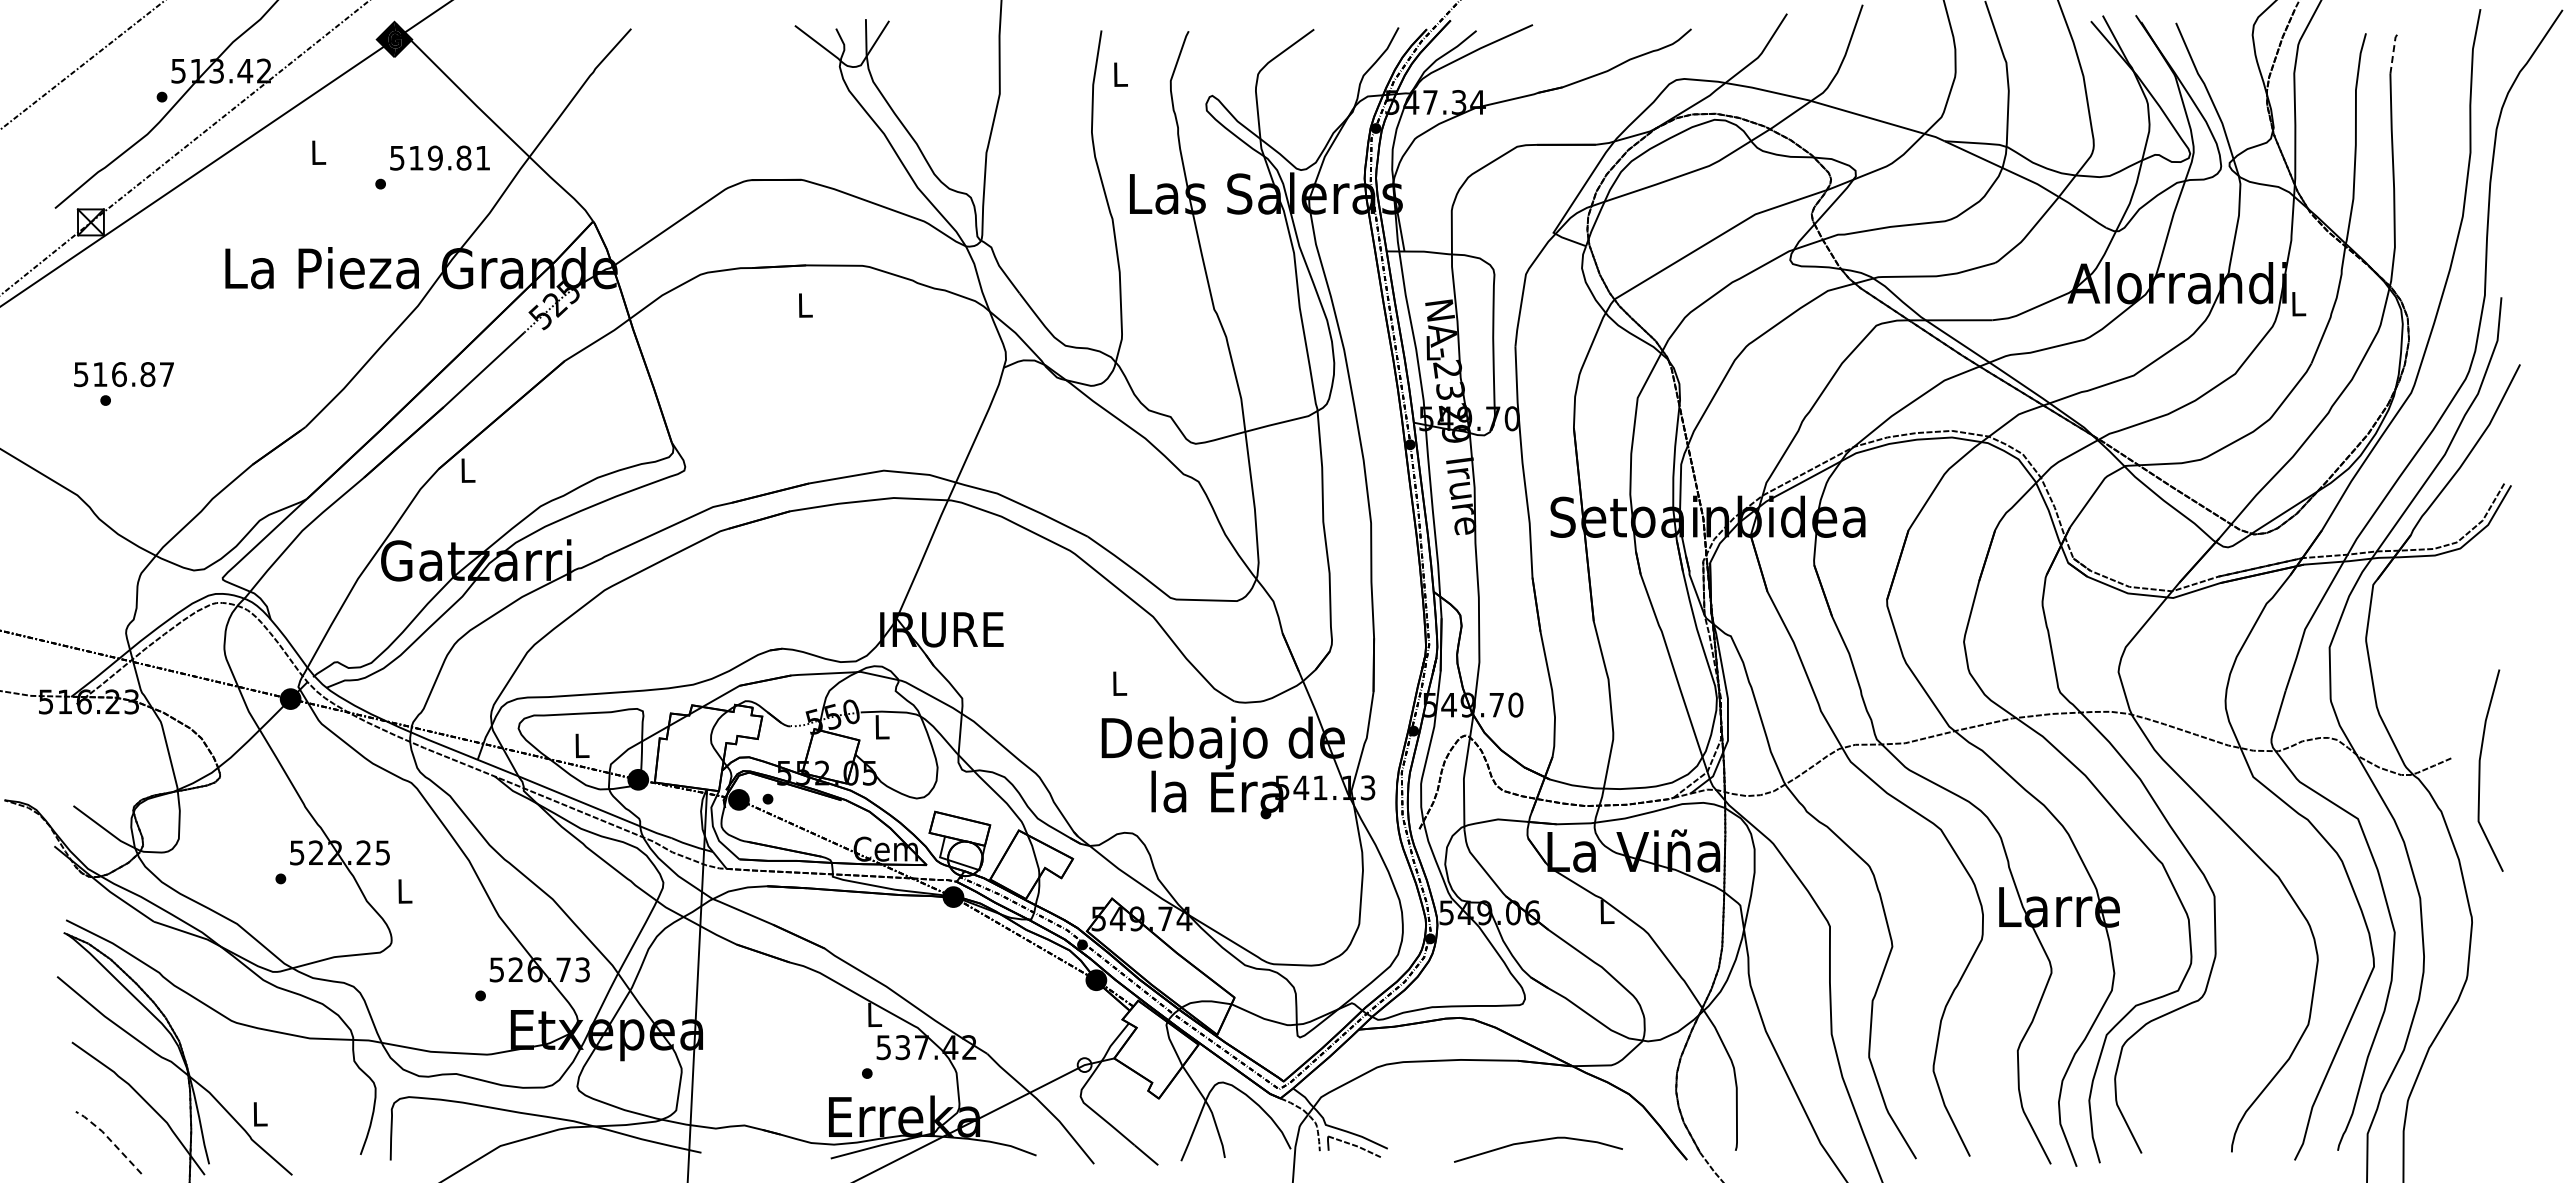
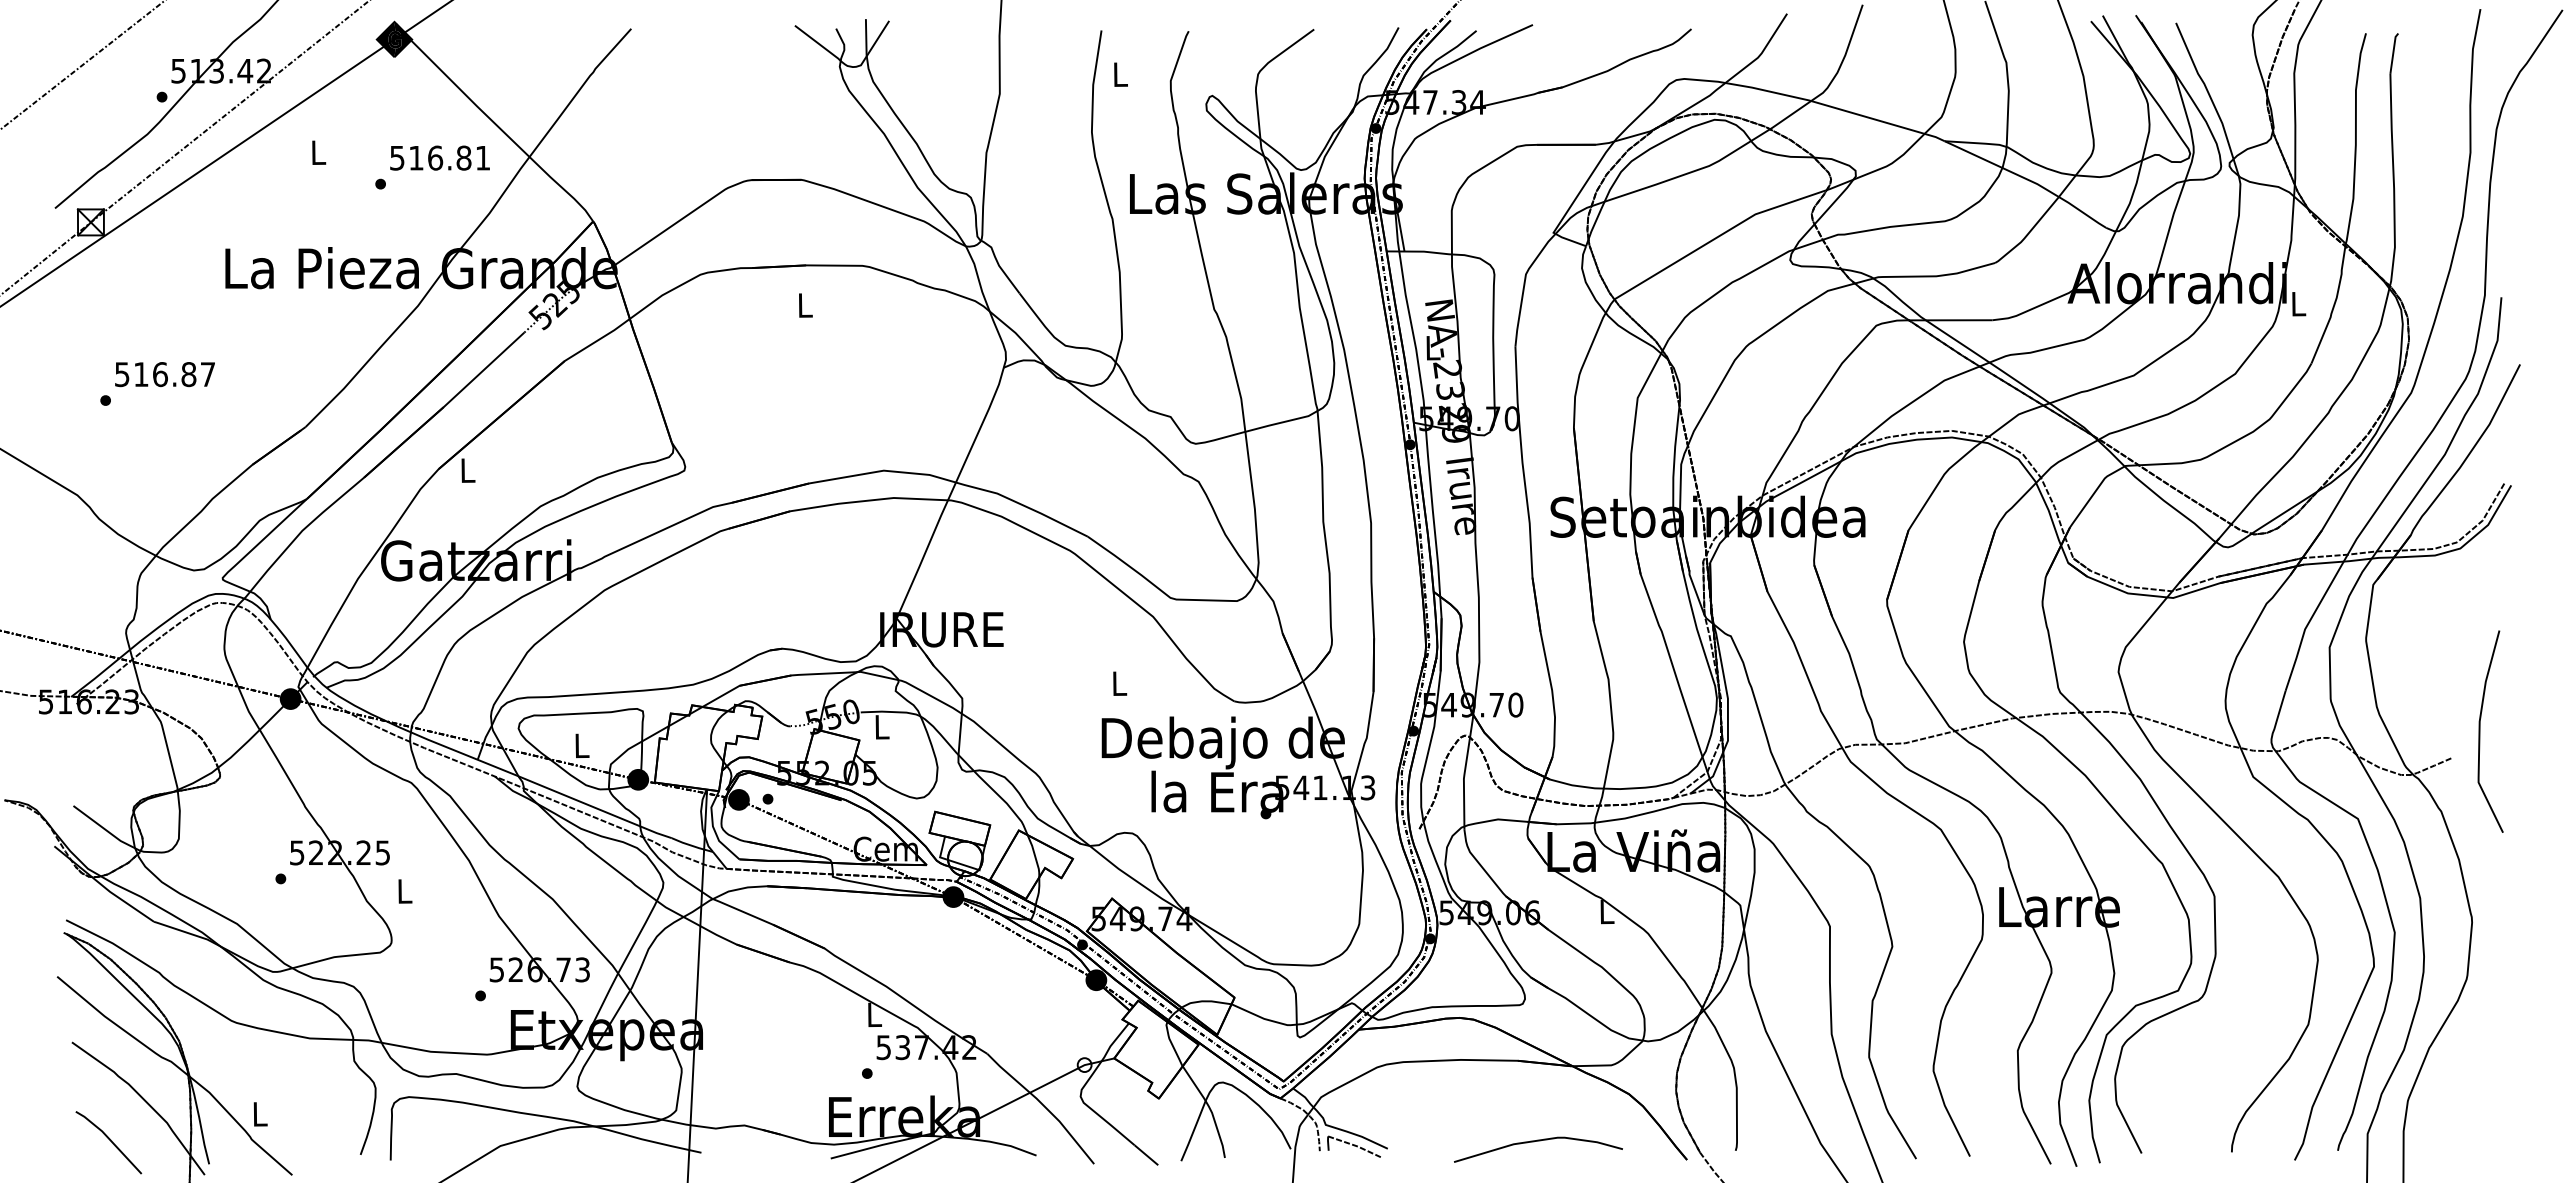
line at (2393, 52): dashed -> solid
text at (435, 157): 519.81 -> 516.81
text at (123, 374) position: (123, 374) -> (164, 374)
curve at (2480, 770) position: (2480, 770) -> (2480, 731)
line at (110, 1140): dashed -> solid
